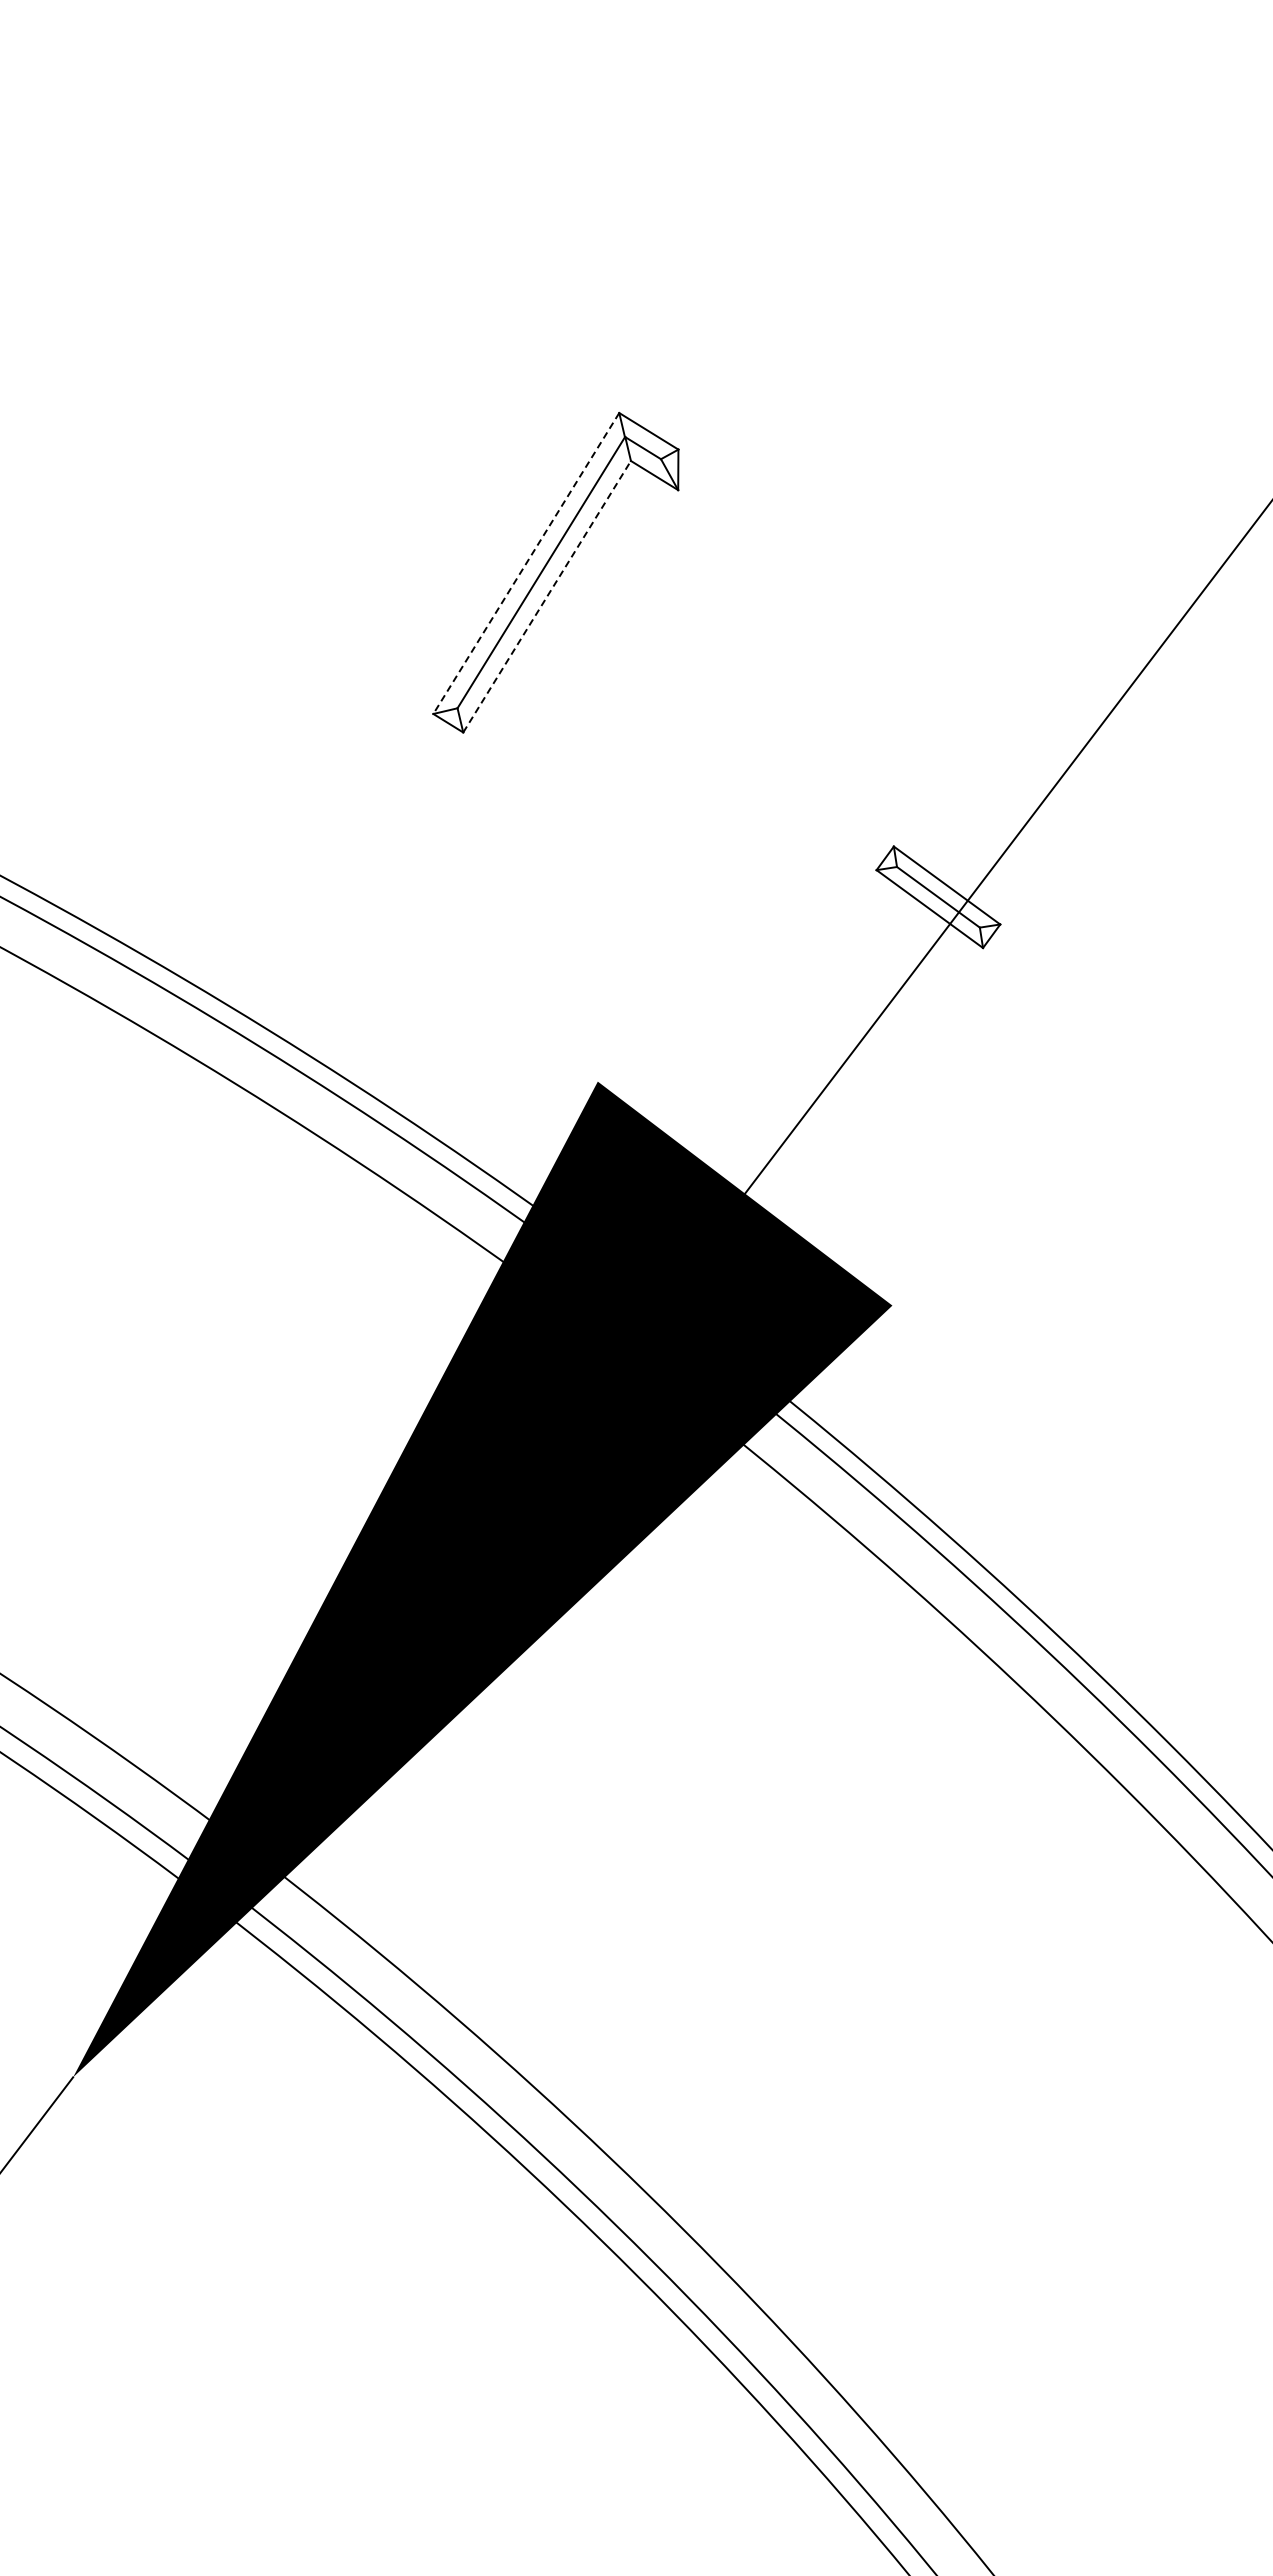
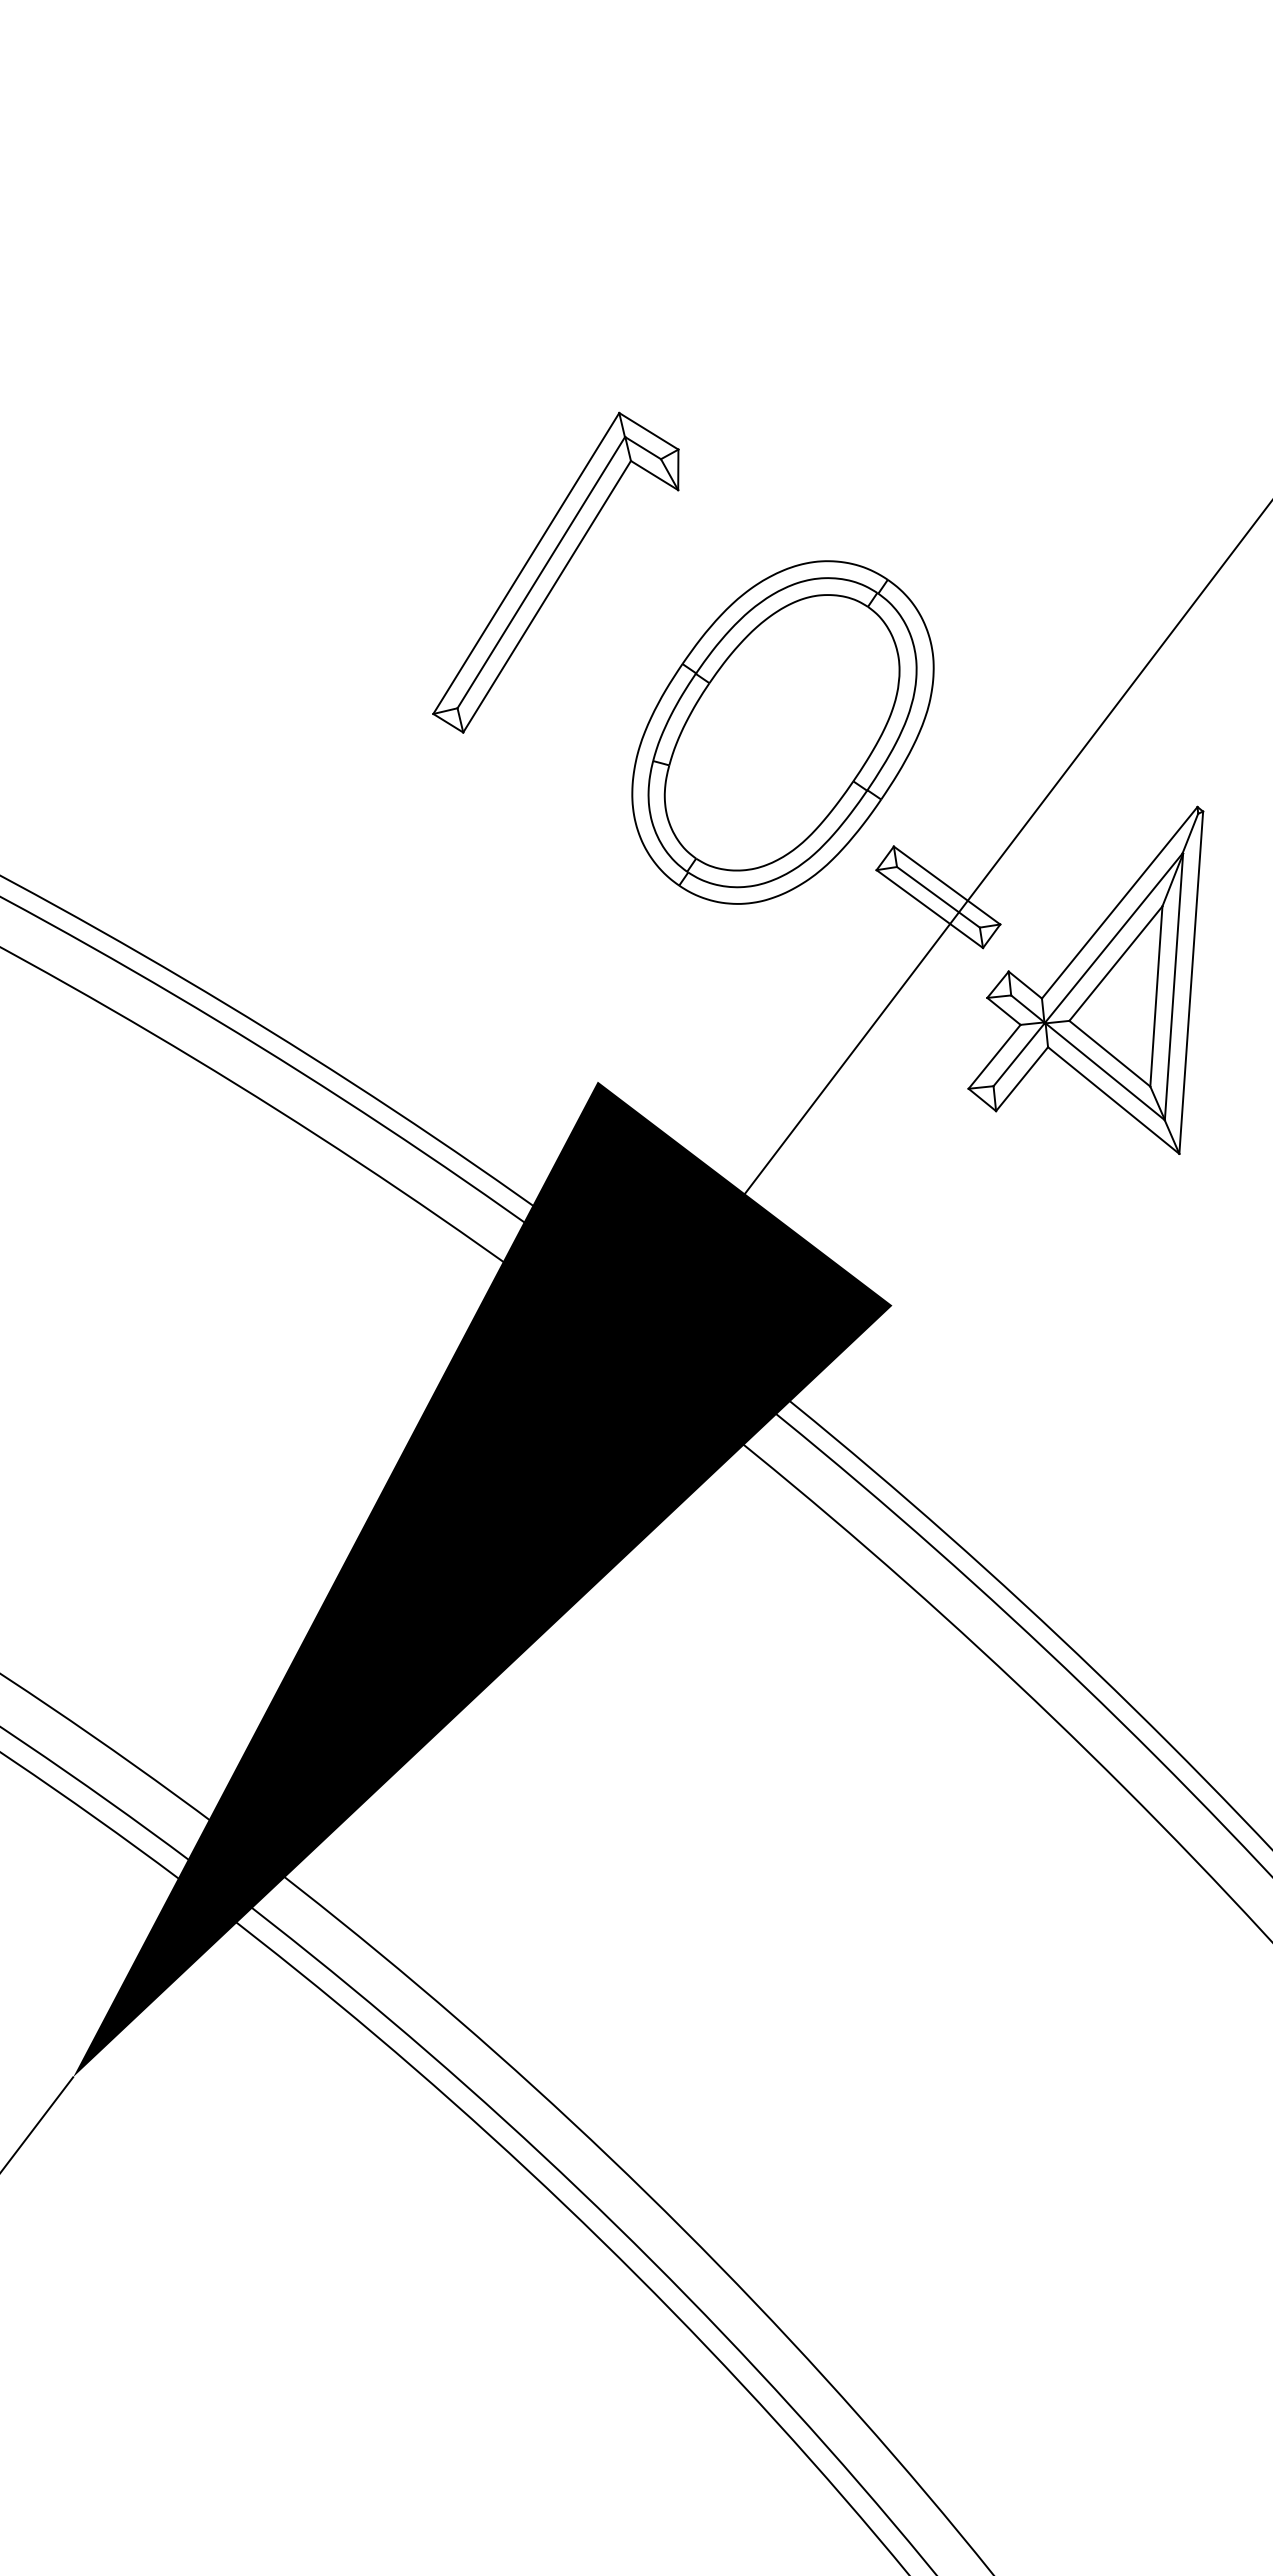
line at (526, 563): dashed -> solid
line at (547, 596): dashed -> solid
part at (782, 732): none -> present
part at (1085, 979): none -> present
